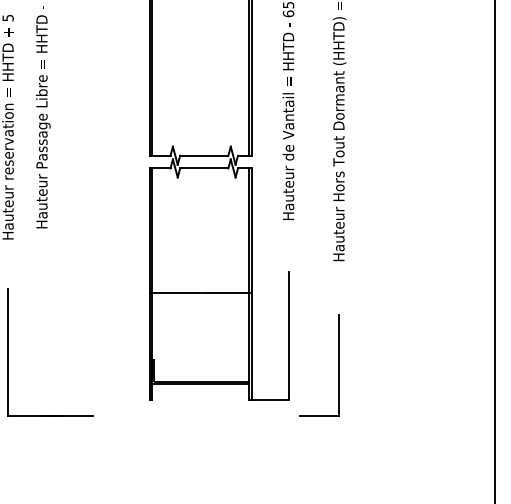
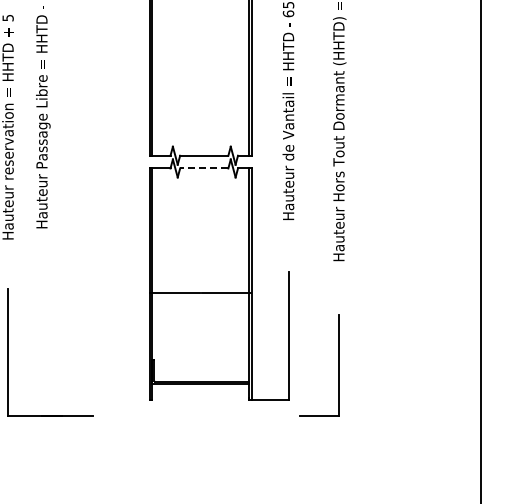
line at (203, 168): solid -> dashed
line at (494, 251) position: (494, 251) -> (480, 251)
